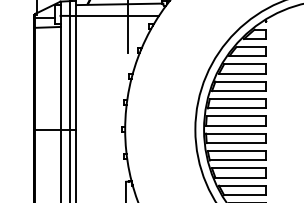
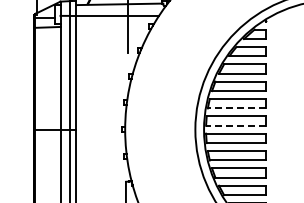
line at (236, 108): solid -> dashed
line at (235, 125): solid -> dashed
